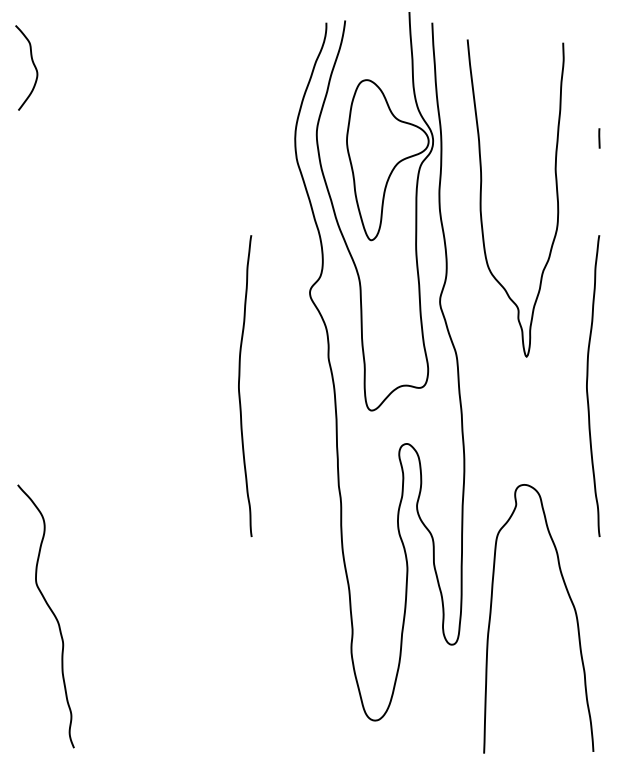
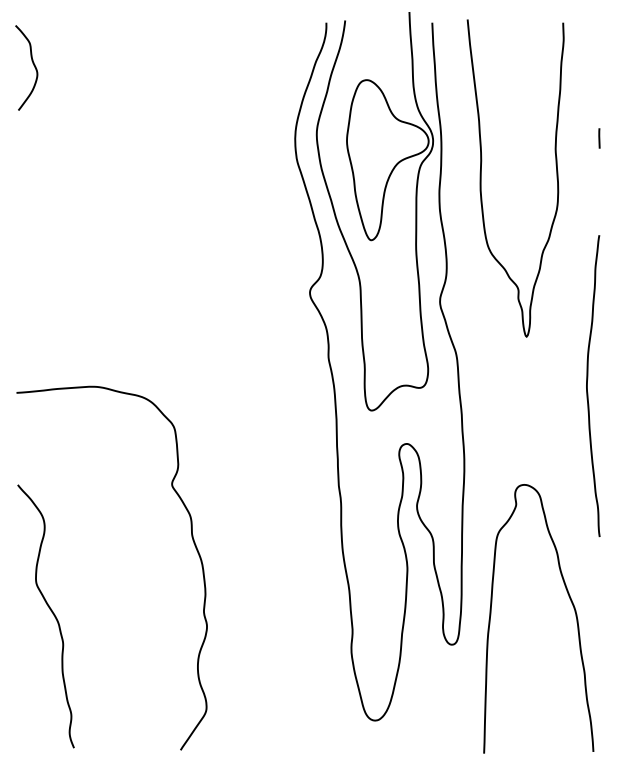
curve at (481, 198) position: (481, 198) -> (481, 178)
curve at (239, 386): present -> none
curve at (192, 540): none -> present
